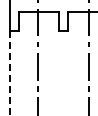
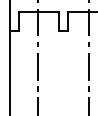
line at (9, 73): dashed -> solid
